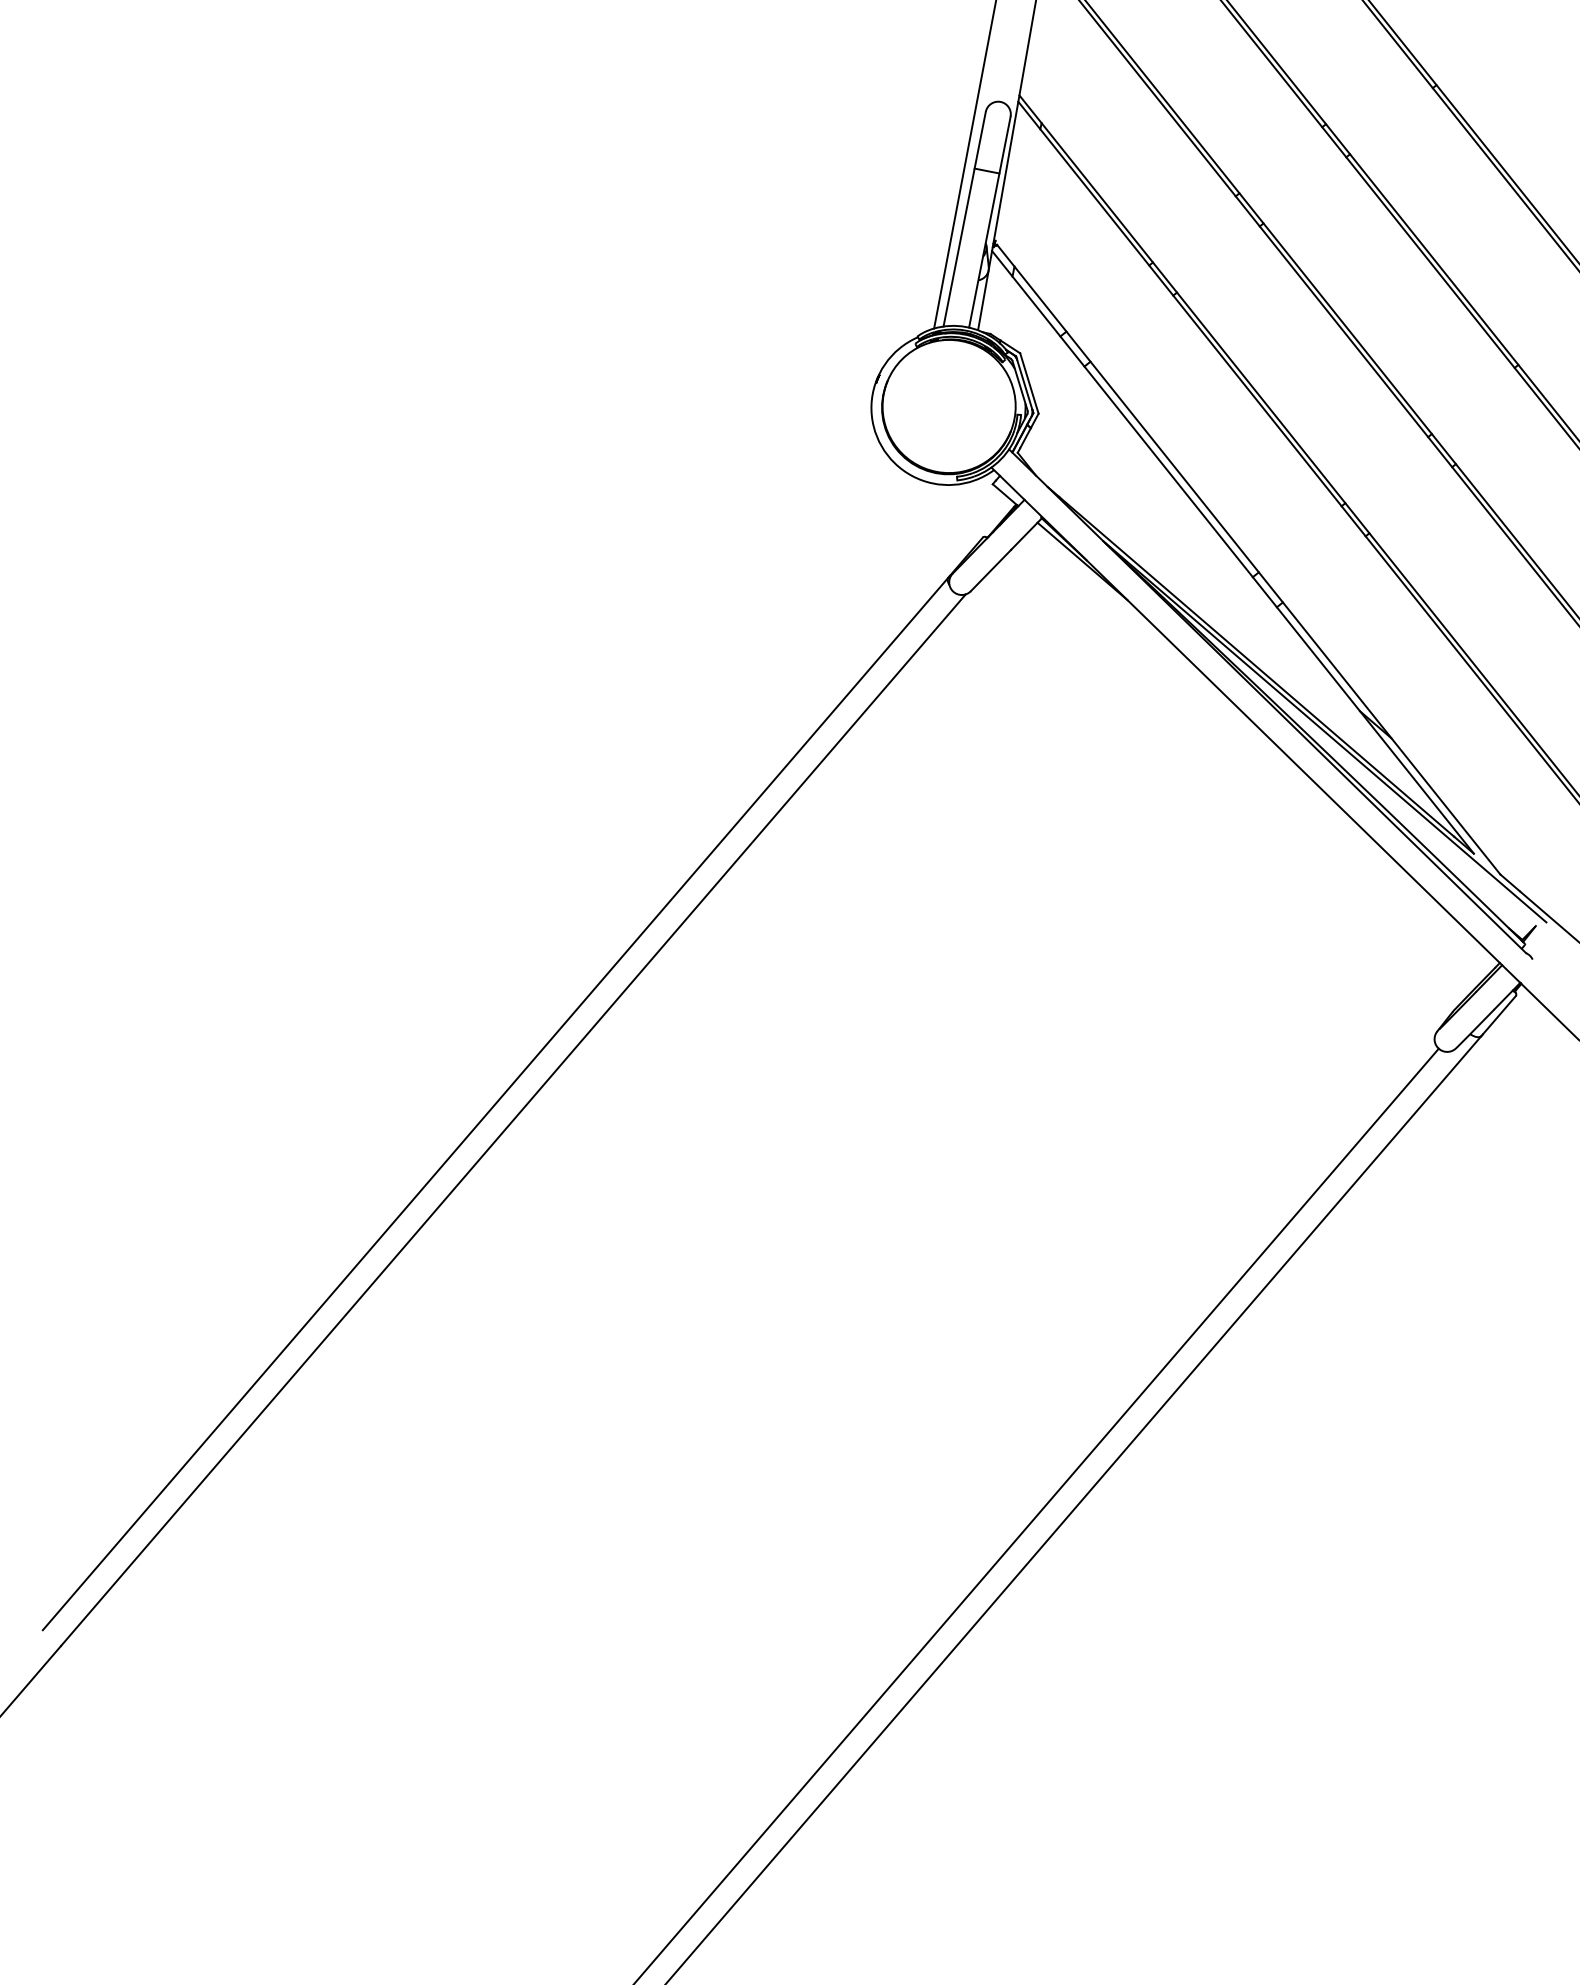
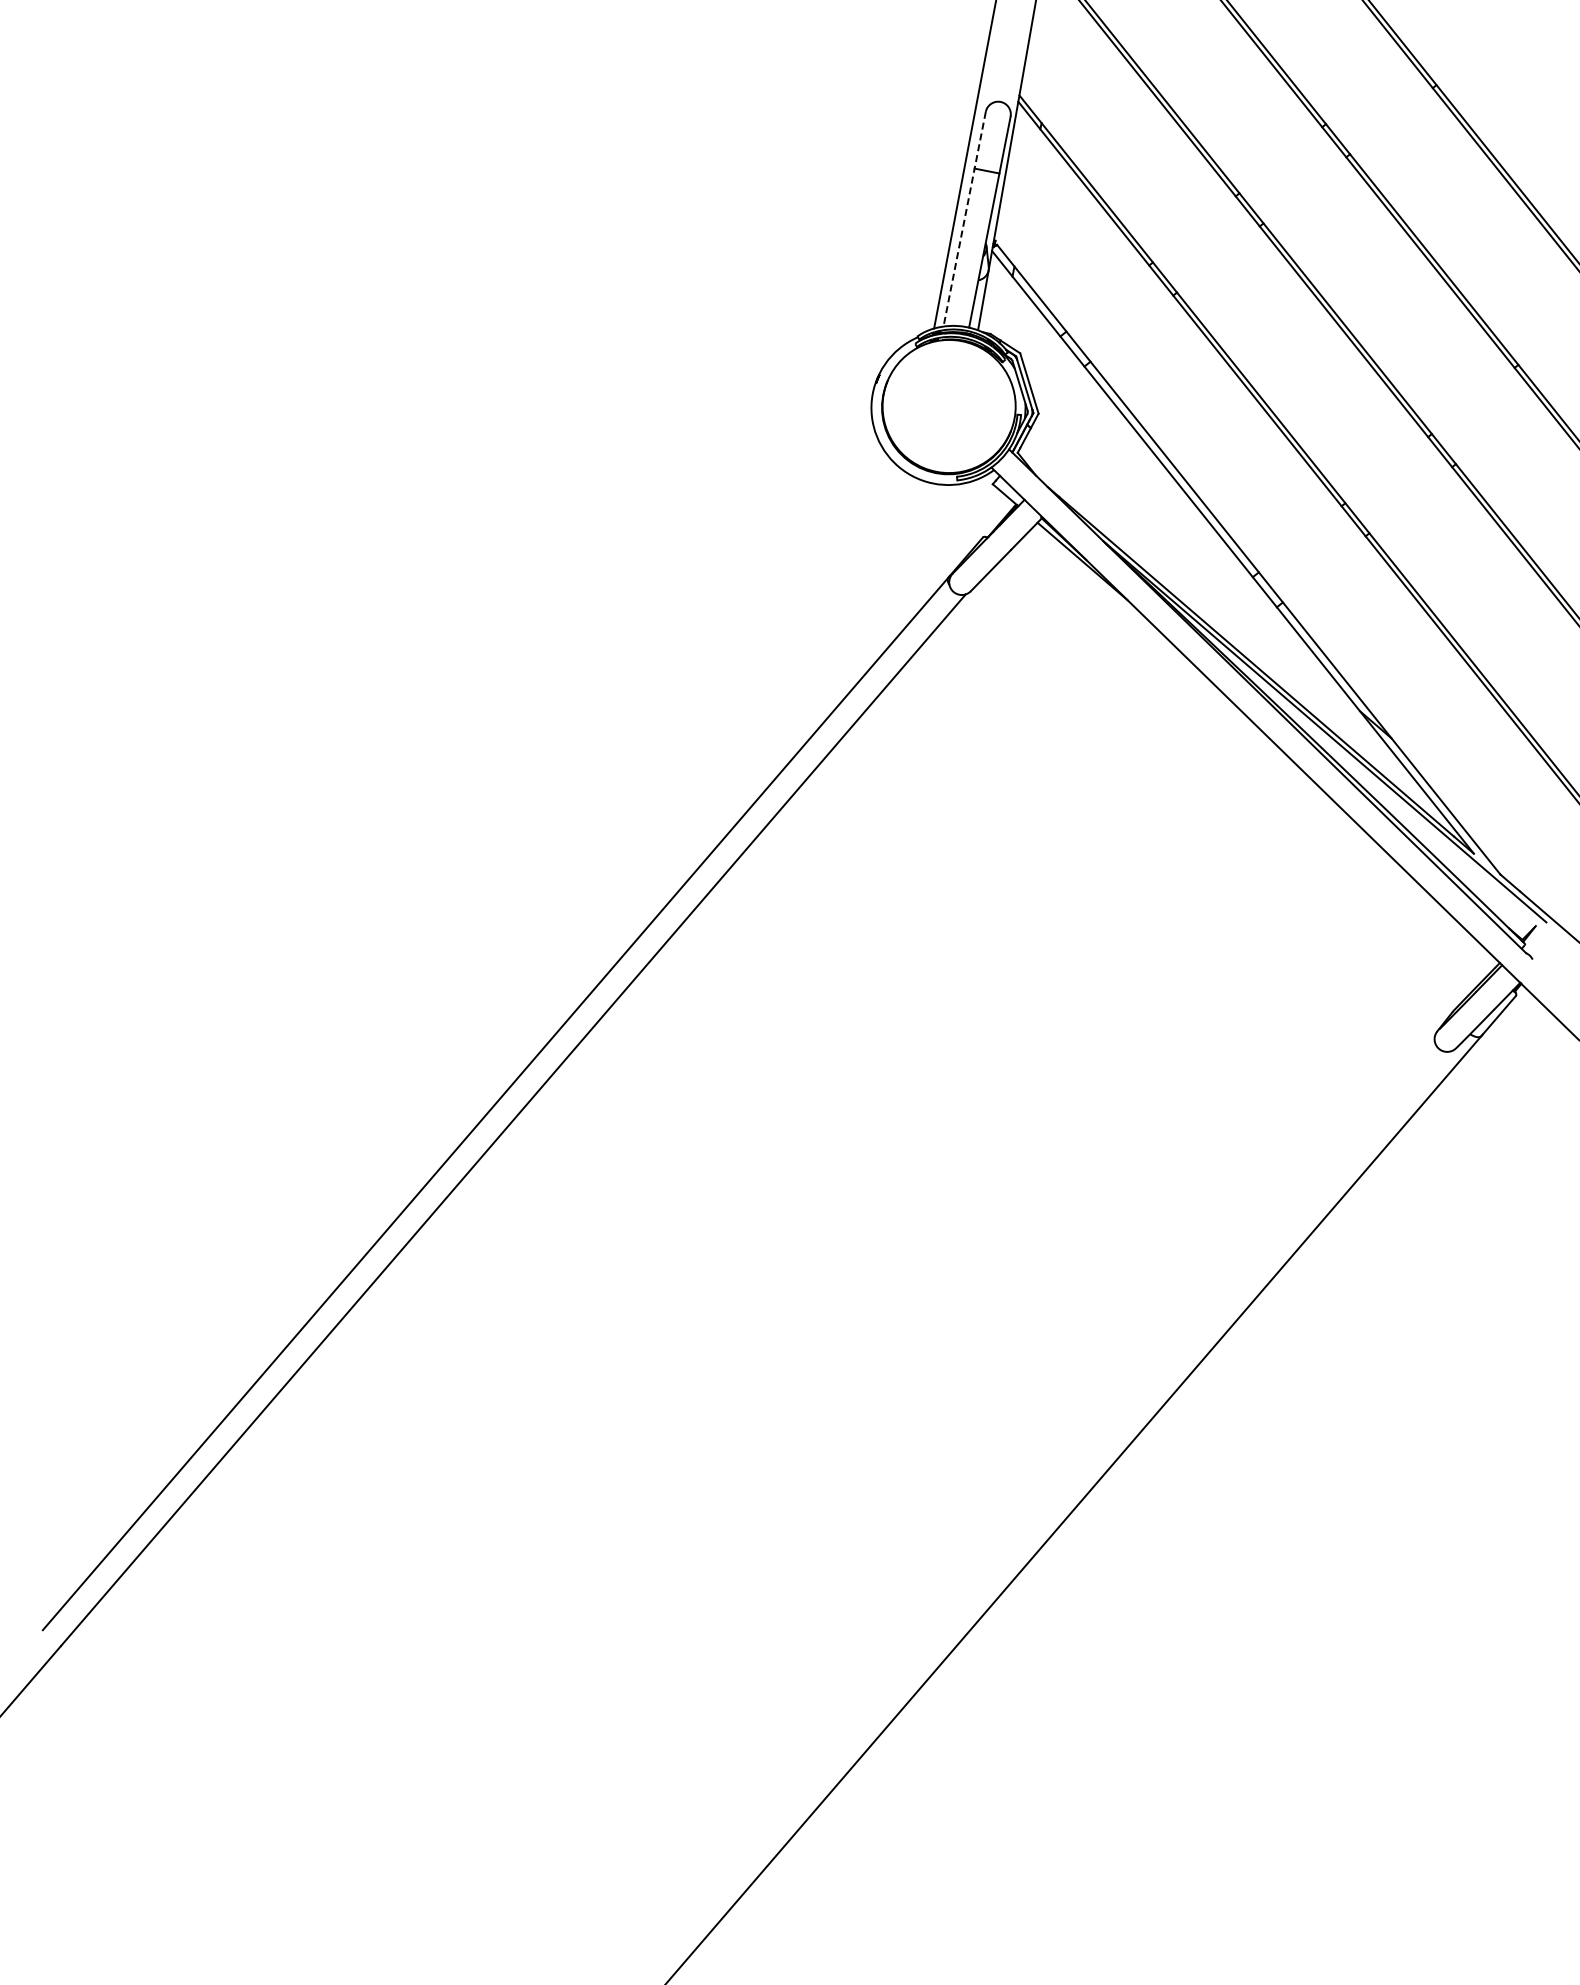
line at (964, 219): solid -> dashed
line at (1037, 1514): present -> none
